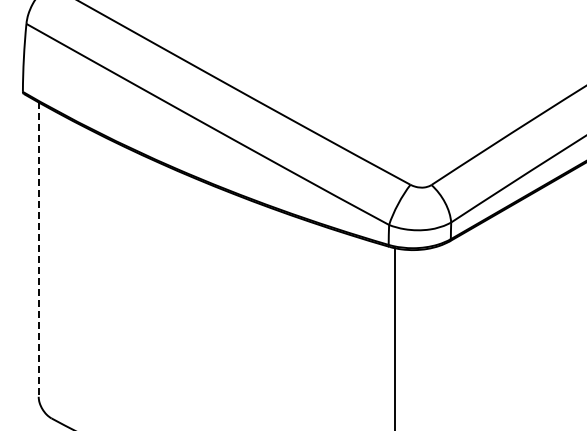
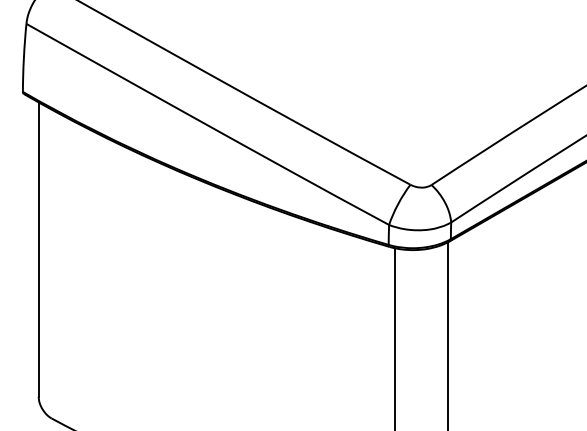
line at (38, 250): dashed -> solid
line at (447, 334): none -> present
